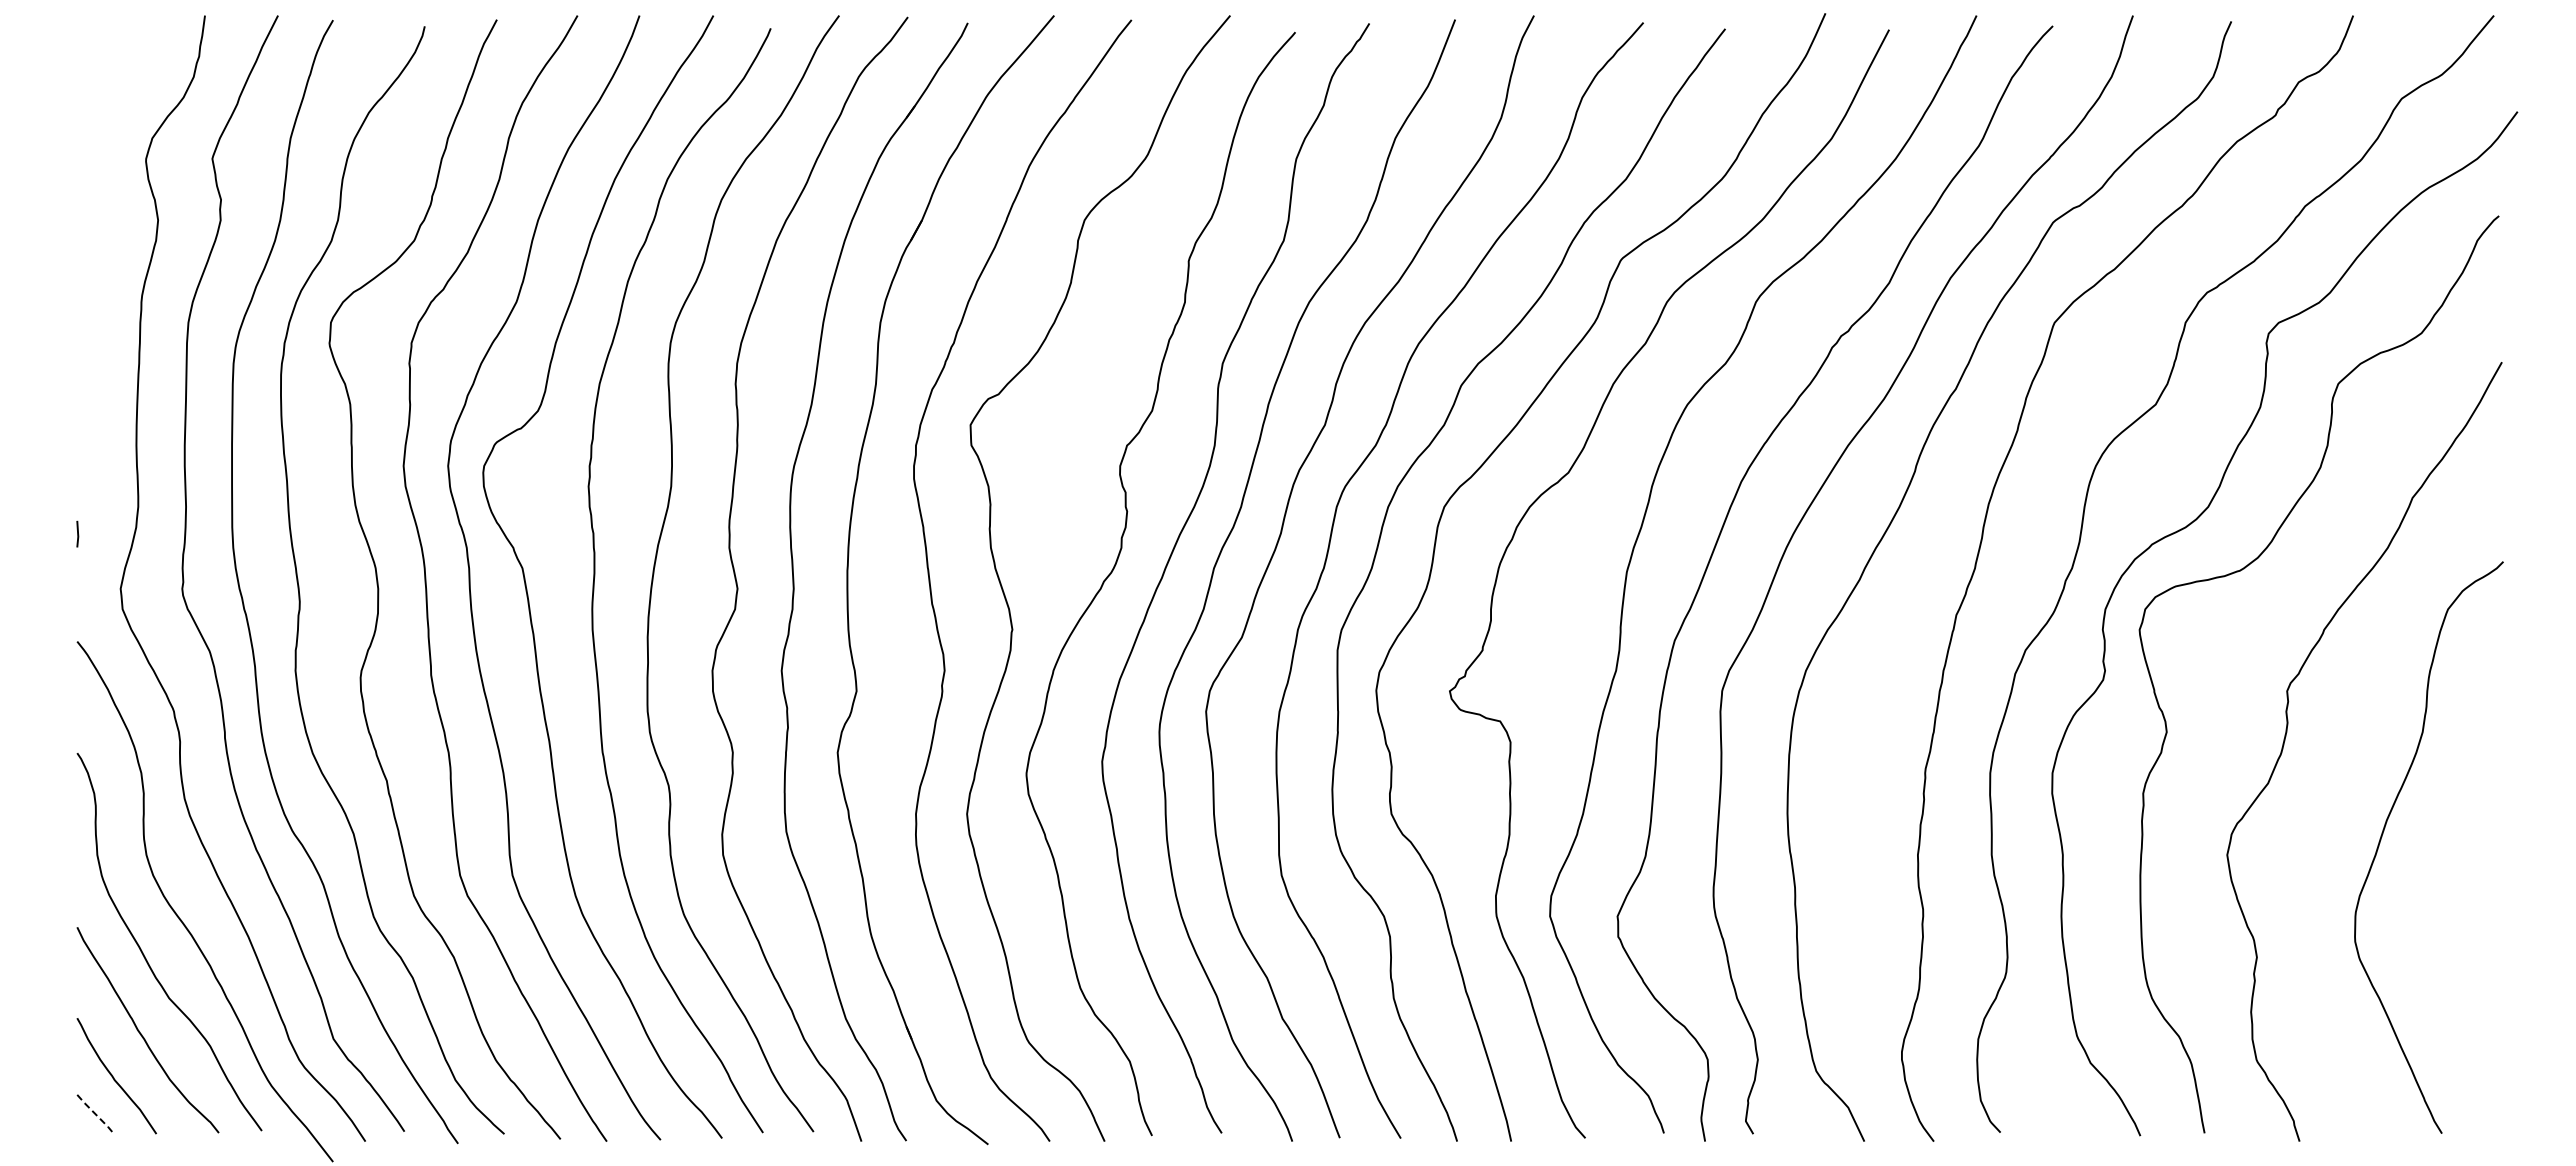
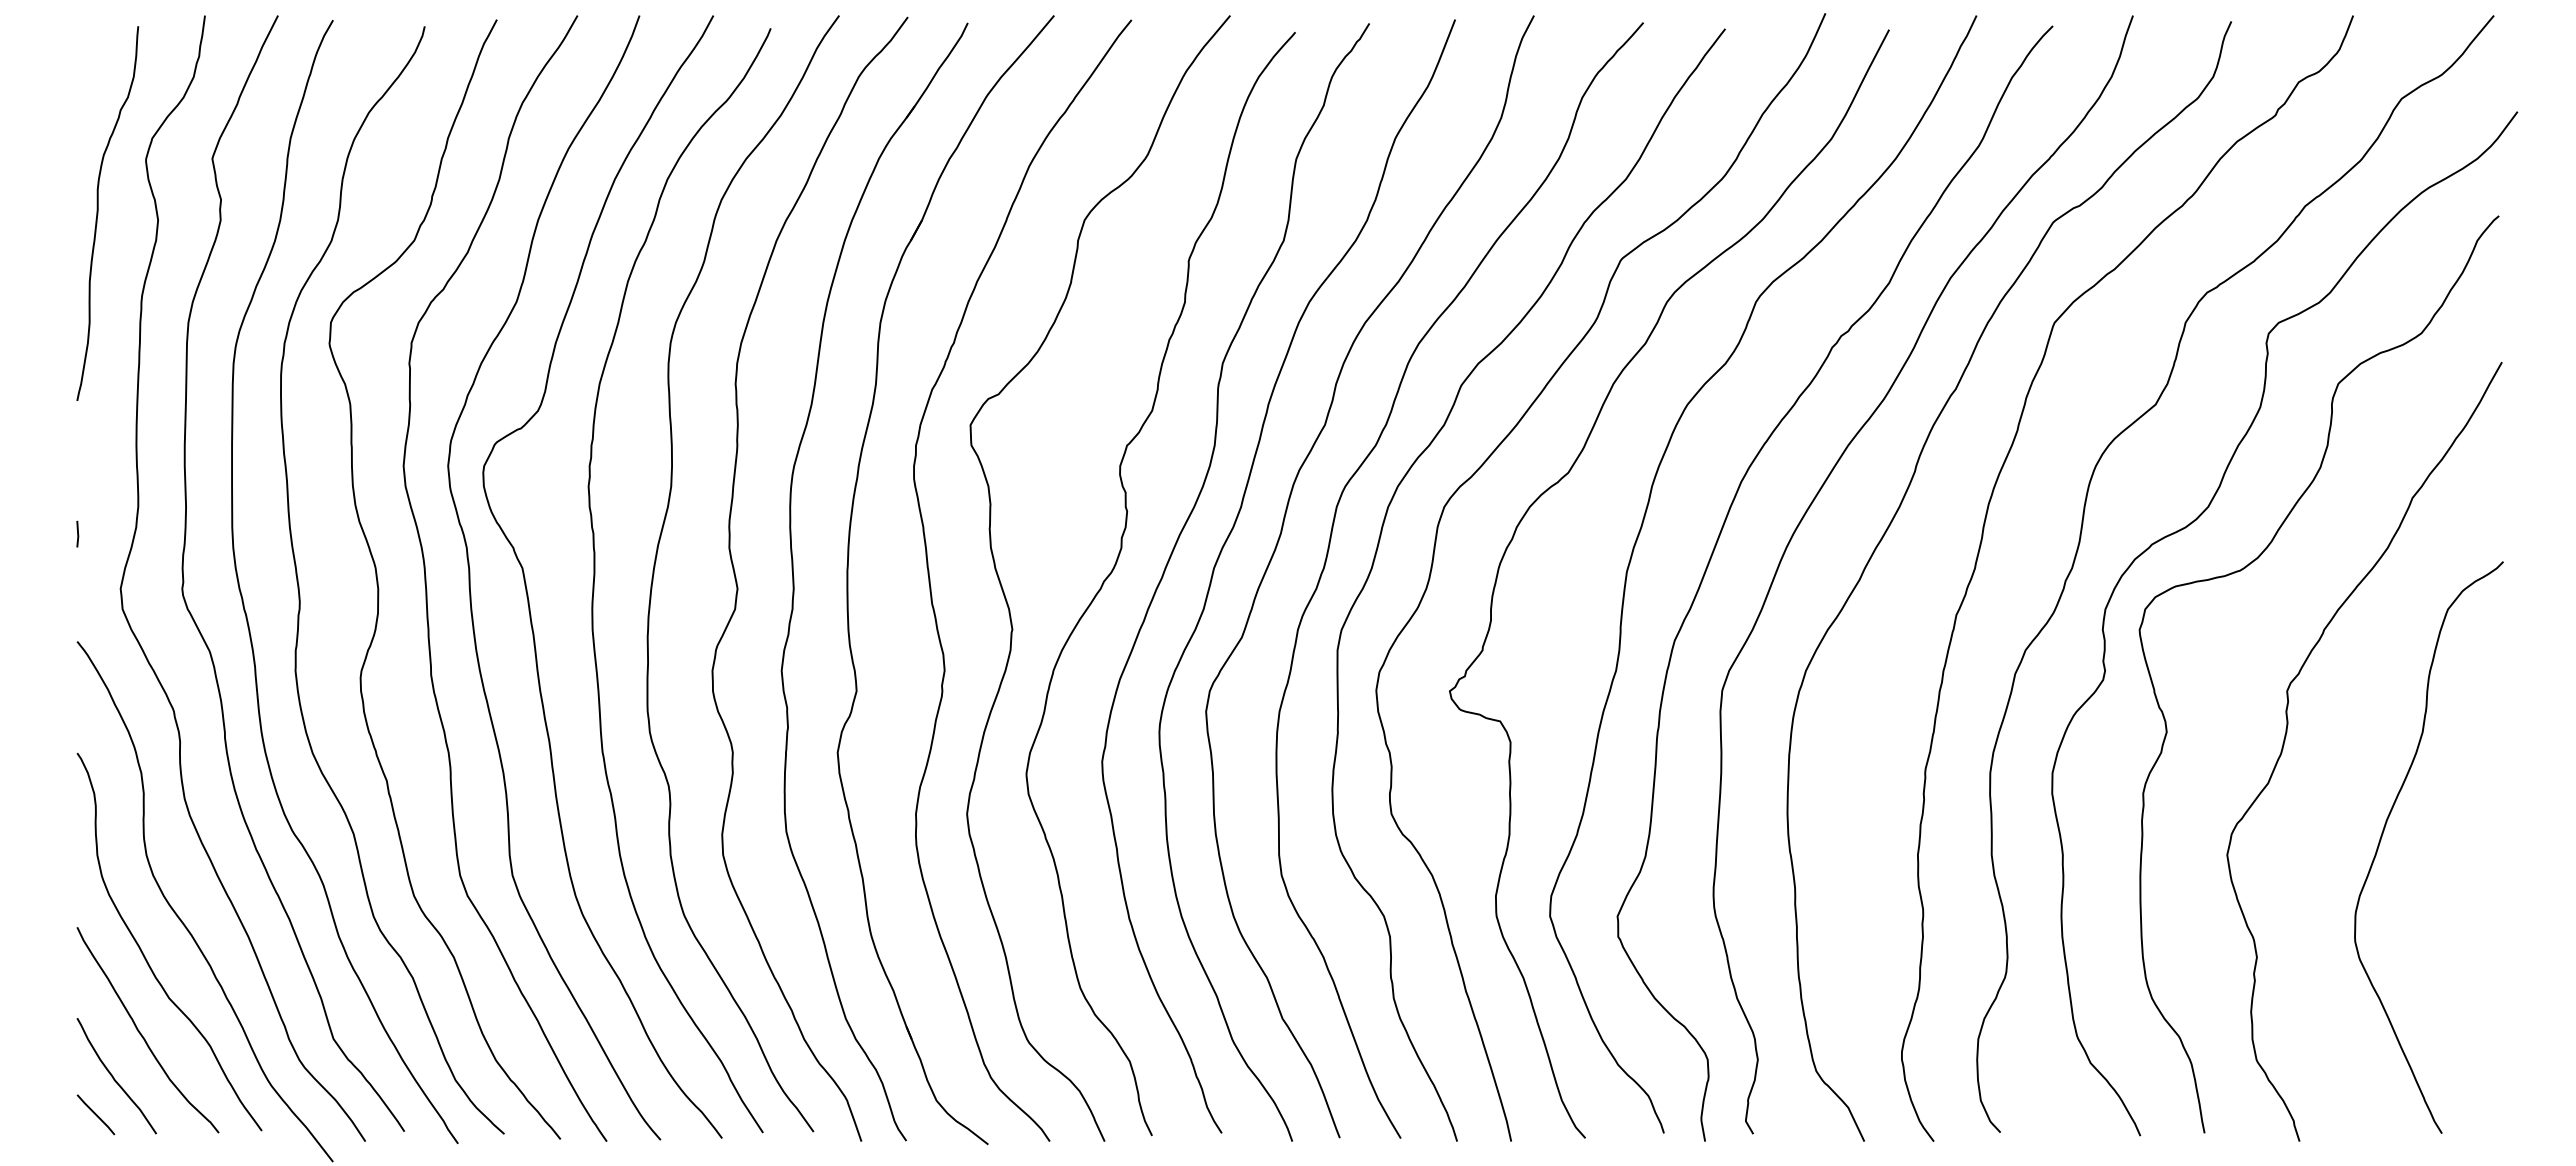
curve at (98, 213): none -> present
line at (96, 1114): dashed -> solid
